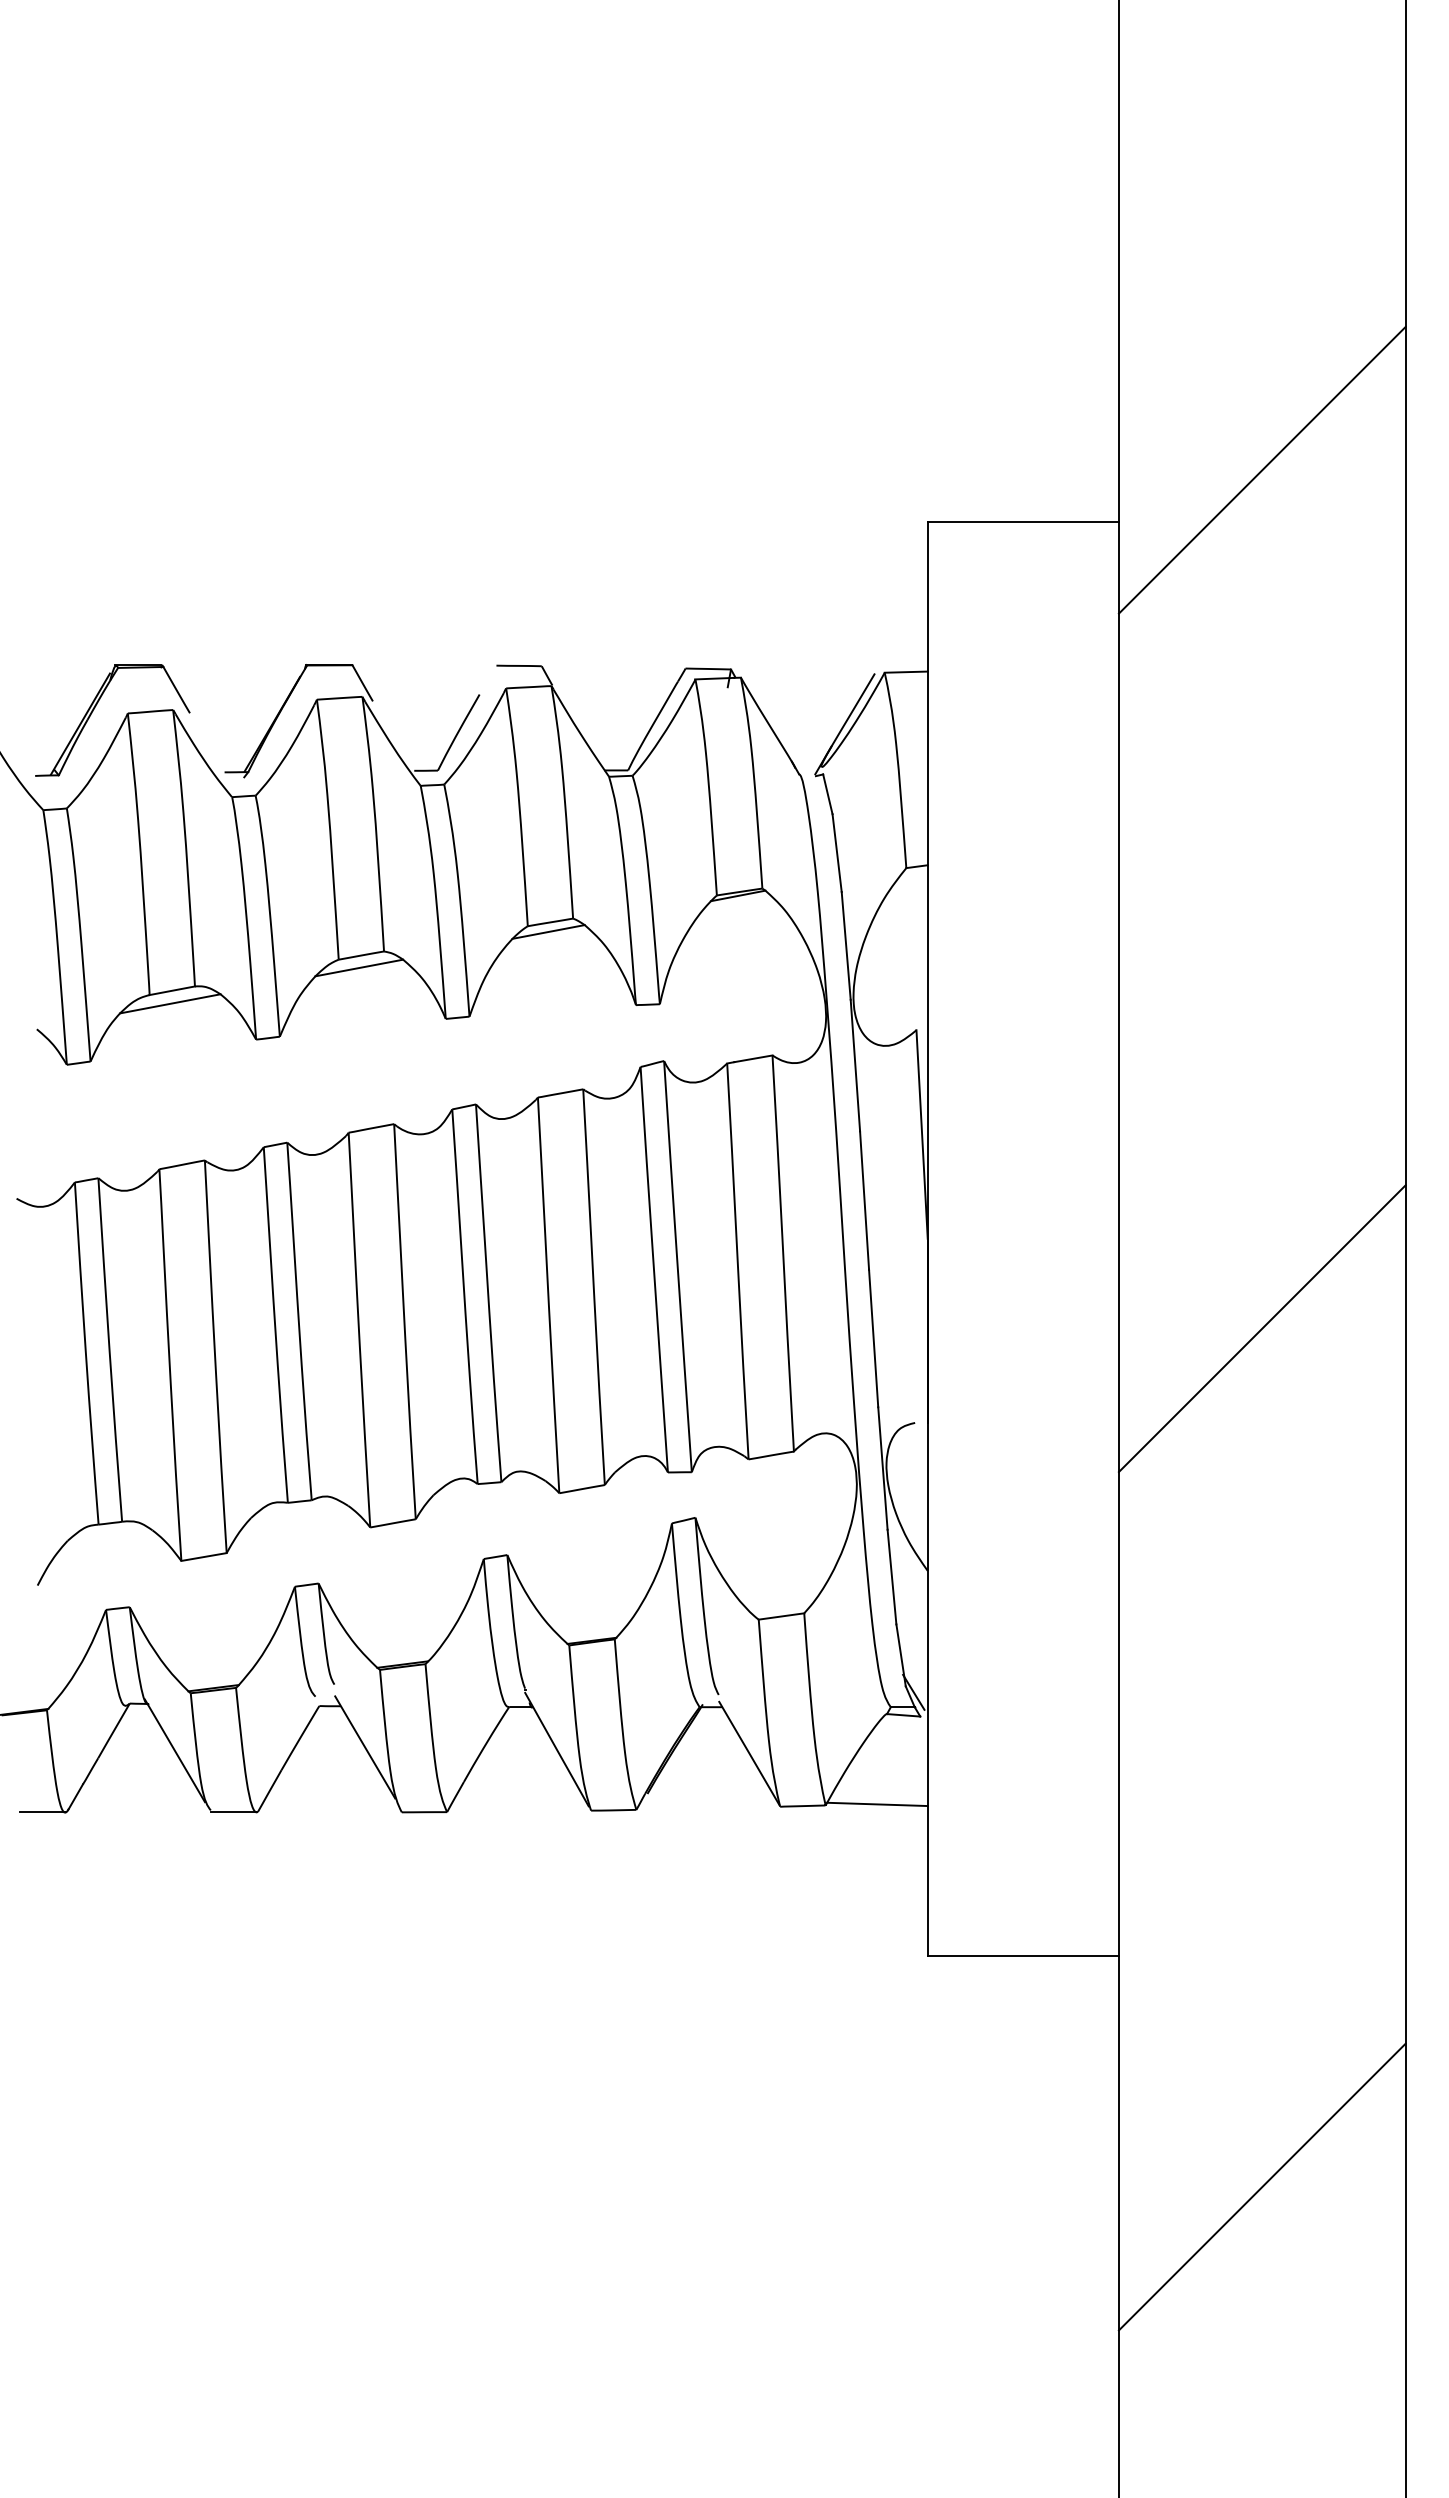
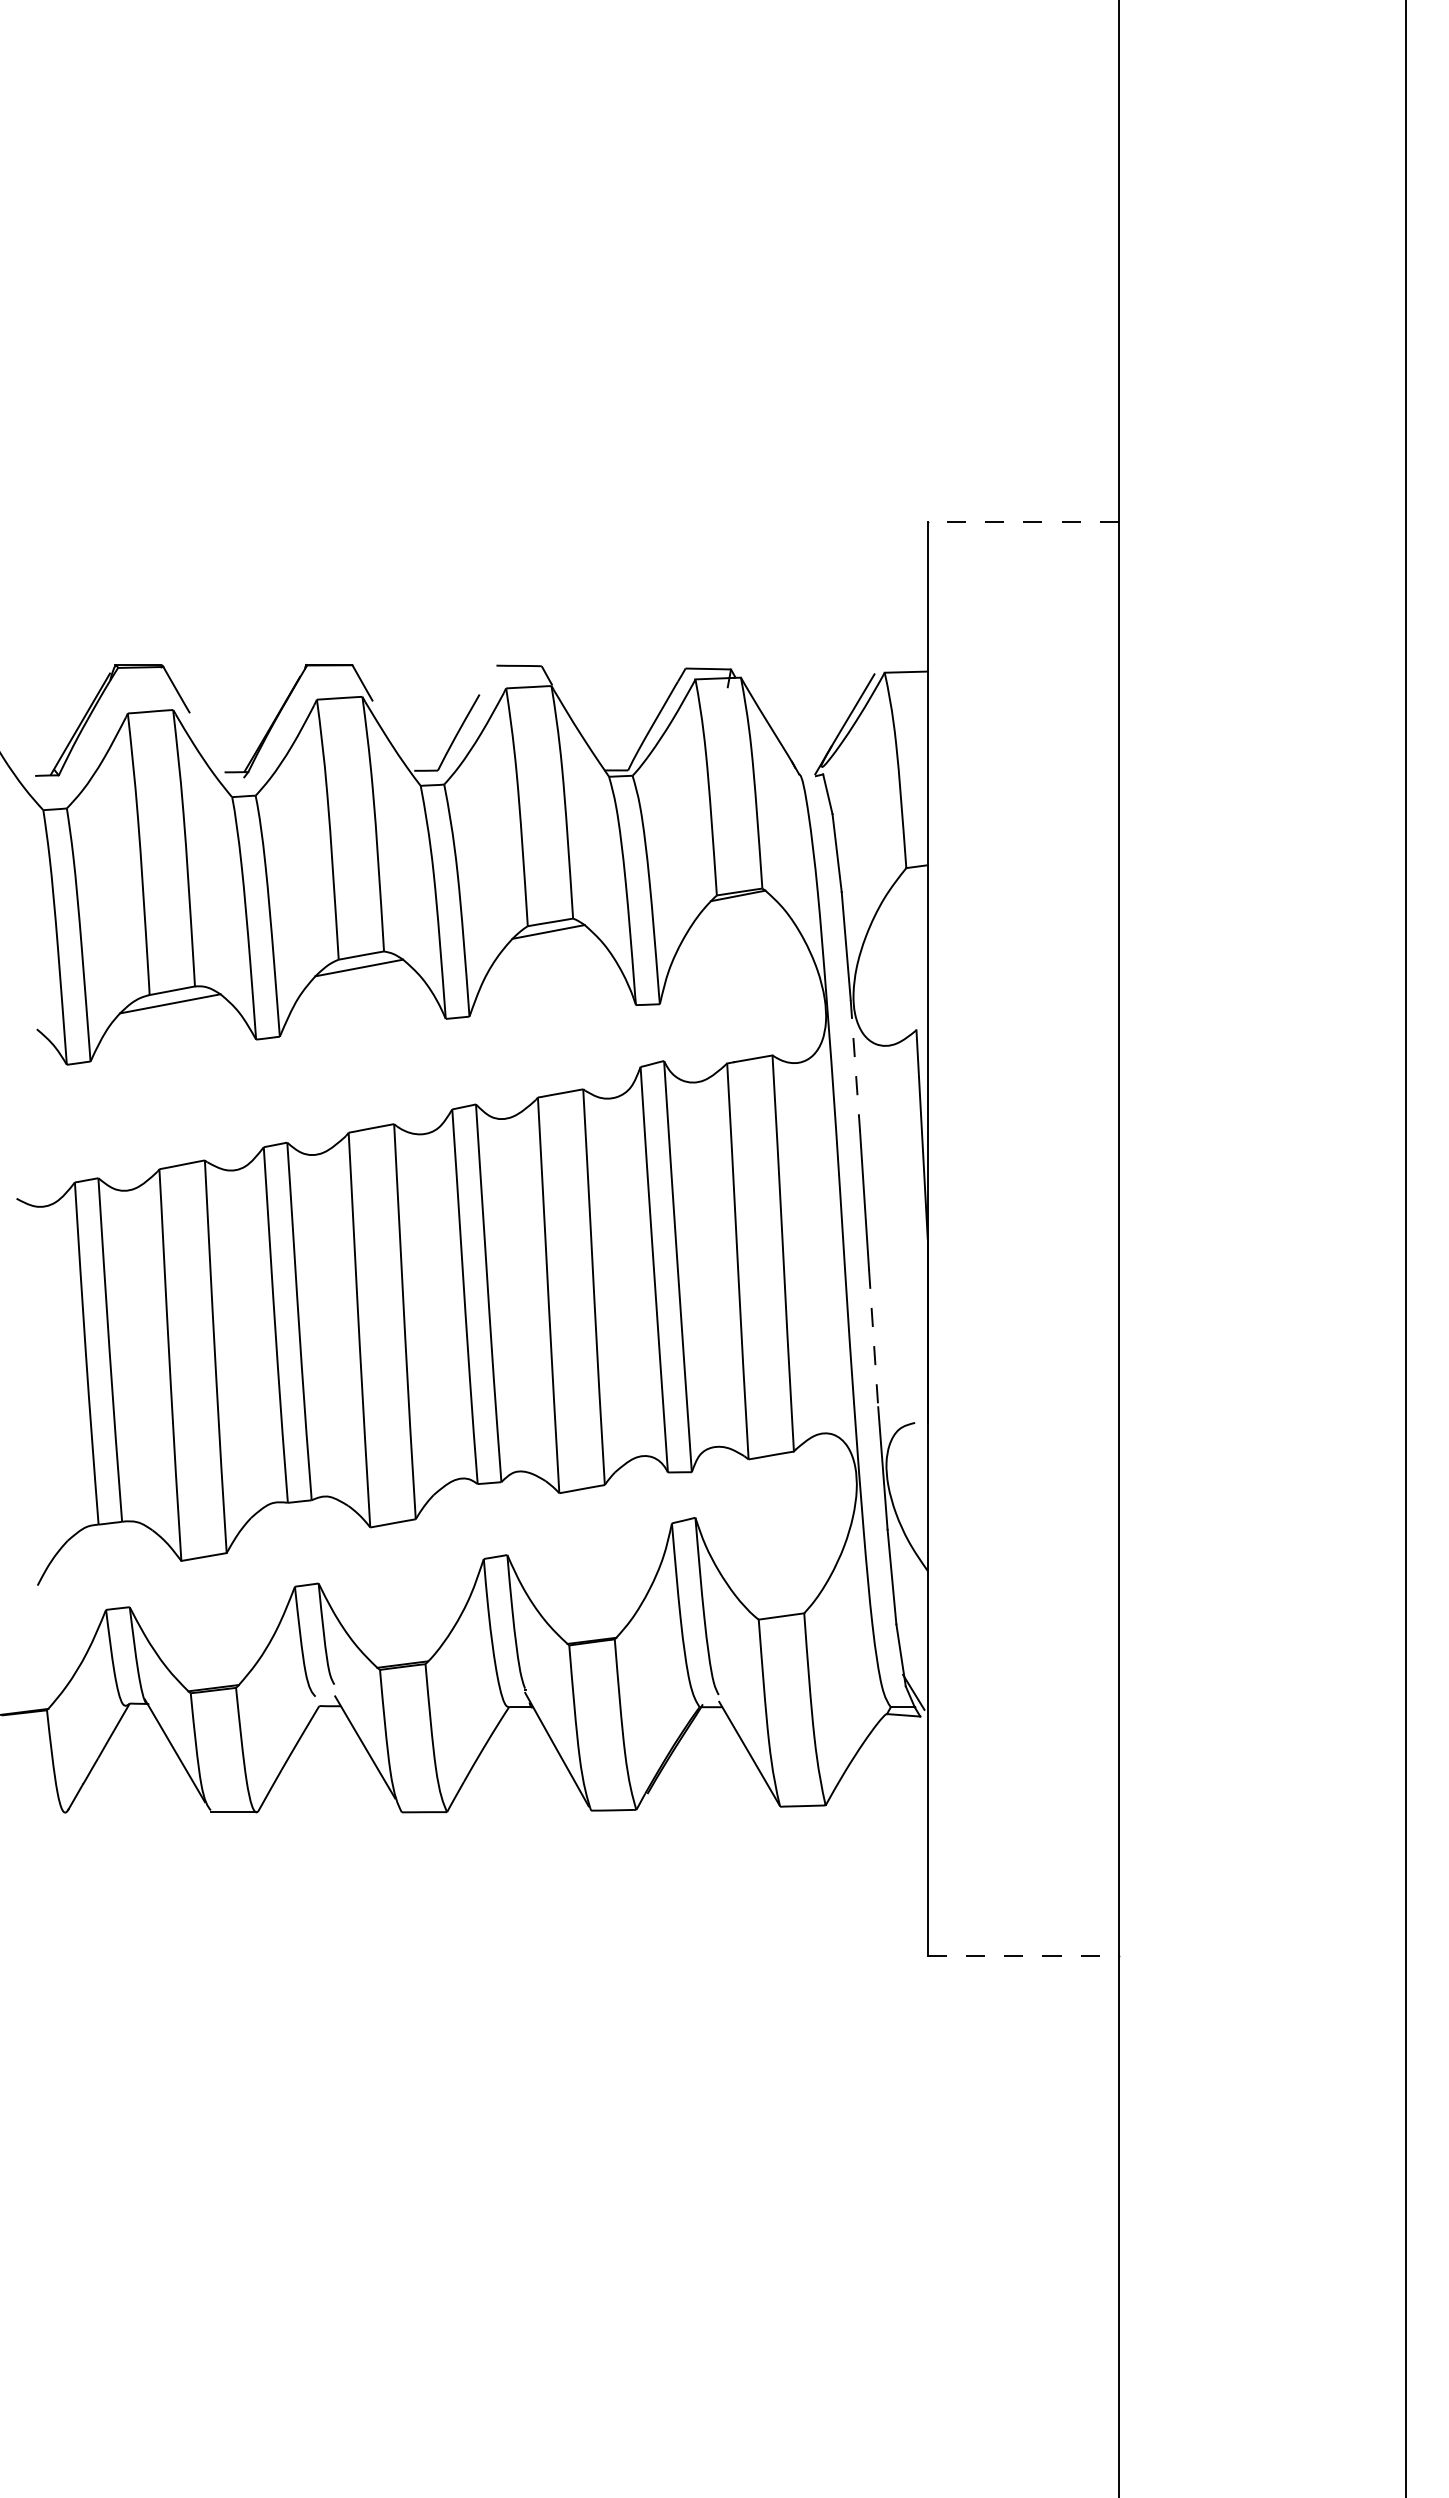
line at (1261, 469): present -> none
line at (1023, 521): solid -> dashed
line at (855, 1065): solid -> dashed
line at (1261, 1328): present -> none
line at (873, 1338): solid -> dashed
line at (877, 1804): present -> none
line at (42, 1812): present -> none
line at (1023, 1955): solid -> dashed
line at (1261, 2186): present -> none
